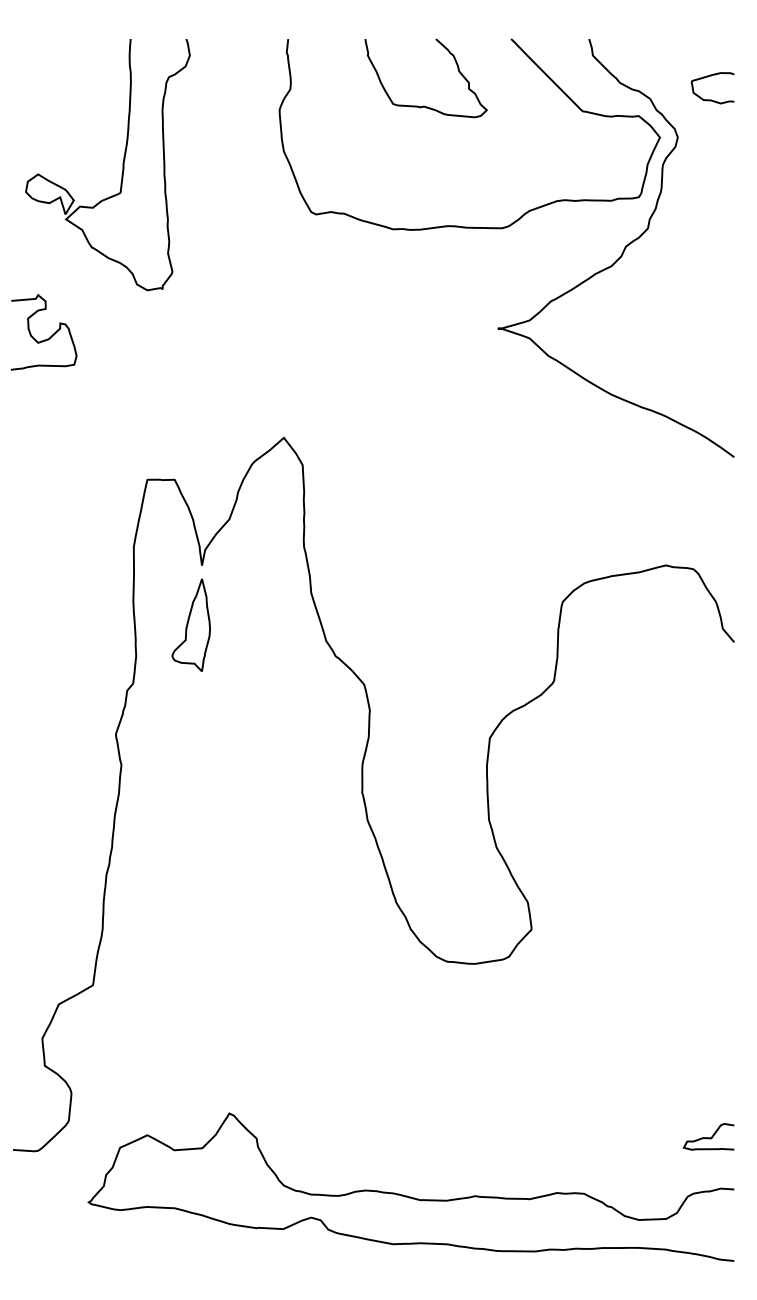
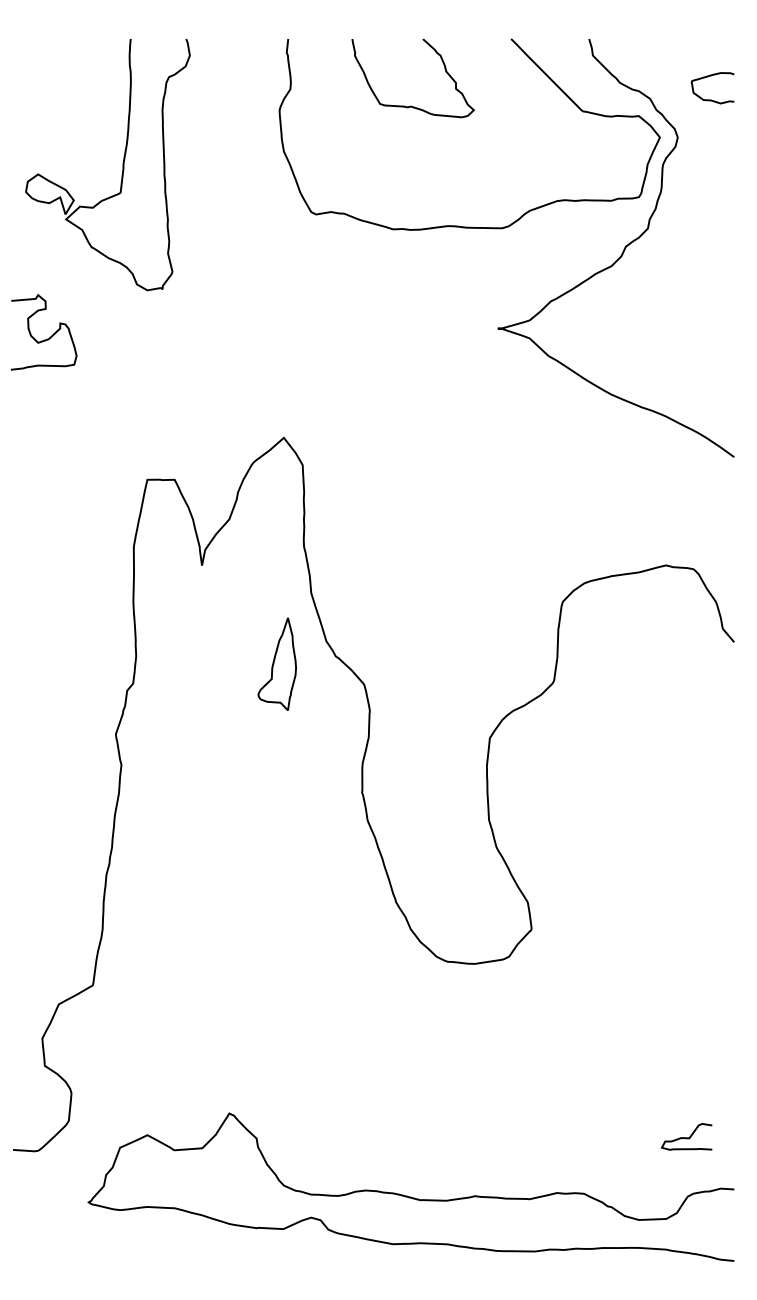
part at (424, 105) position: (424, 105) -> (411, 105)
part at (190, 624) position: (190, 624) -> (276, 663)
curve at (708, 1137) position: (708, 1137) -> (686, 1137)
